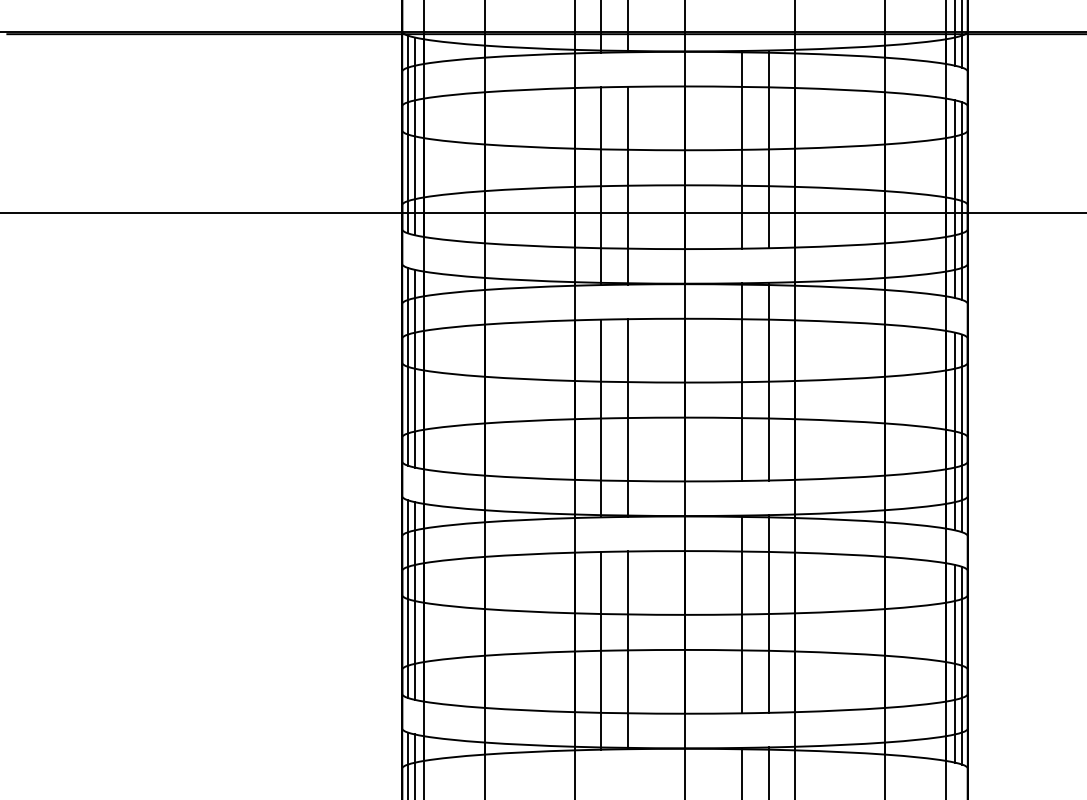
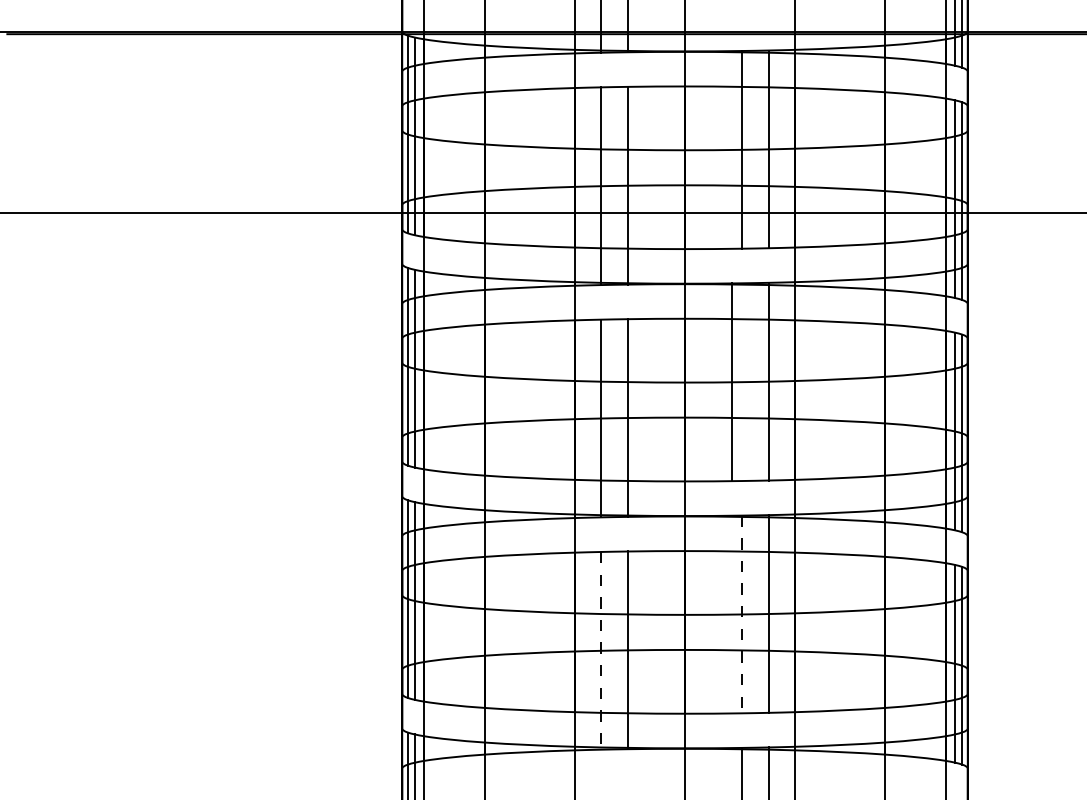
line at (741, 382) position: (741, 382) -> (731, 382)
line at (741, 614): solid -> dashed
line at (600, 650): solid -> dashed
